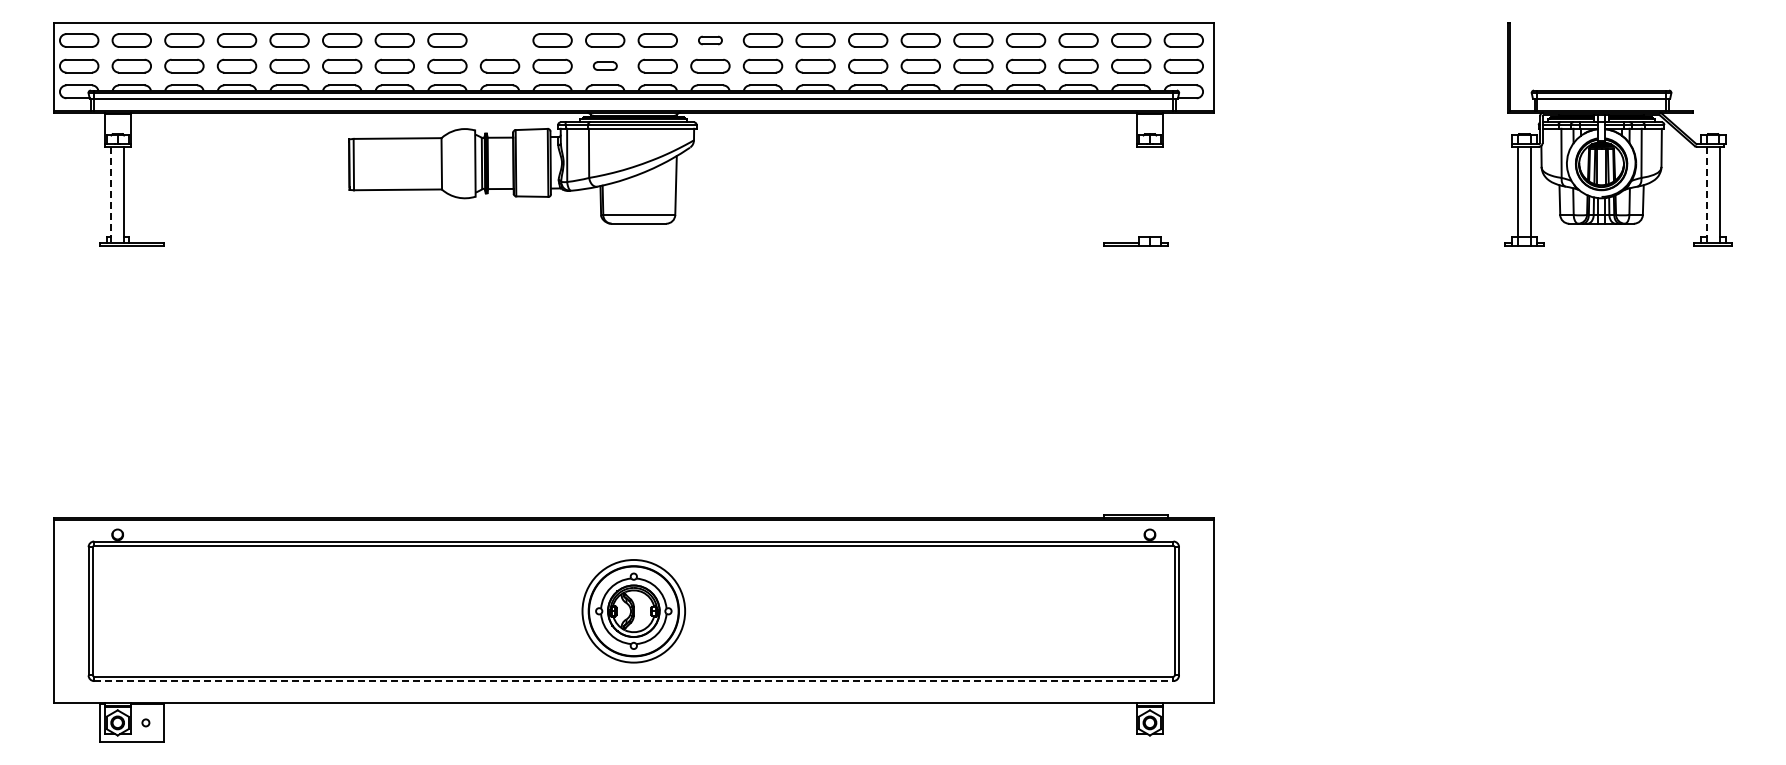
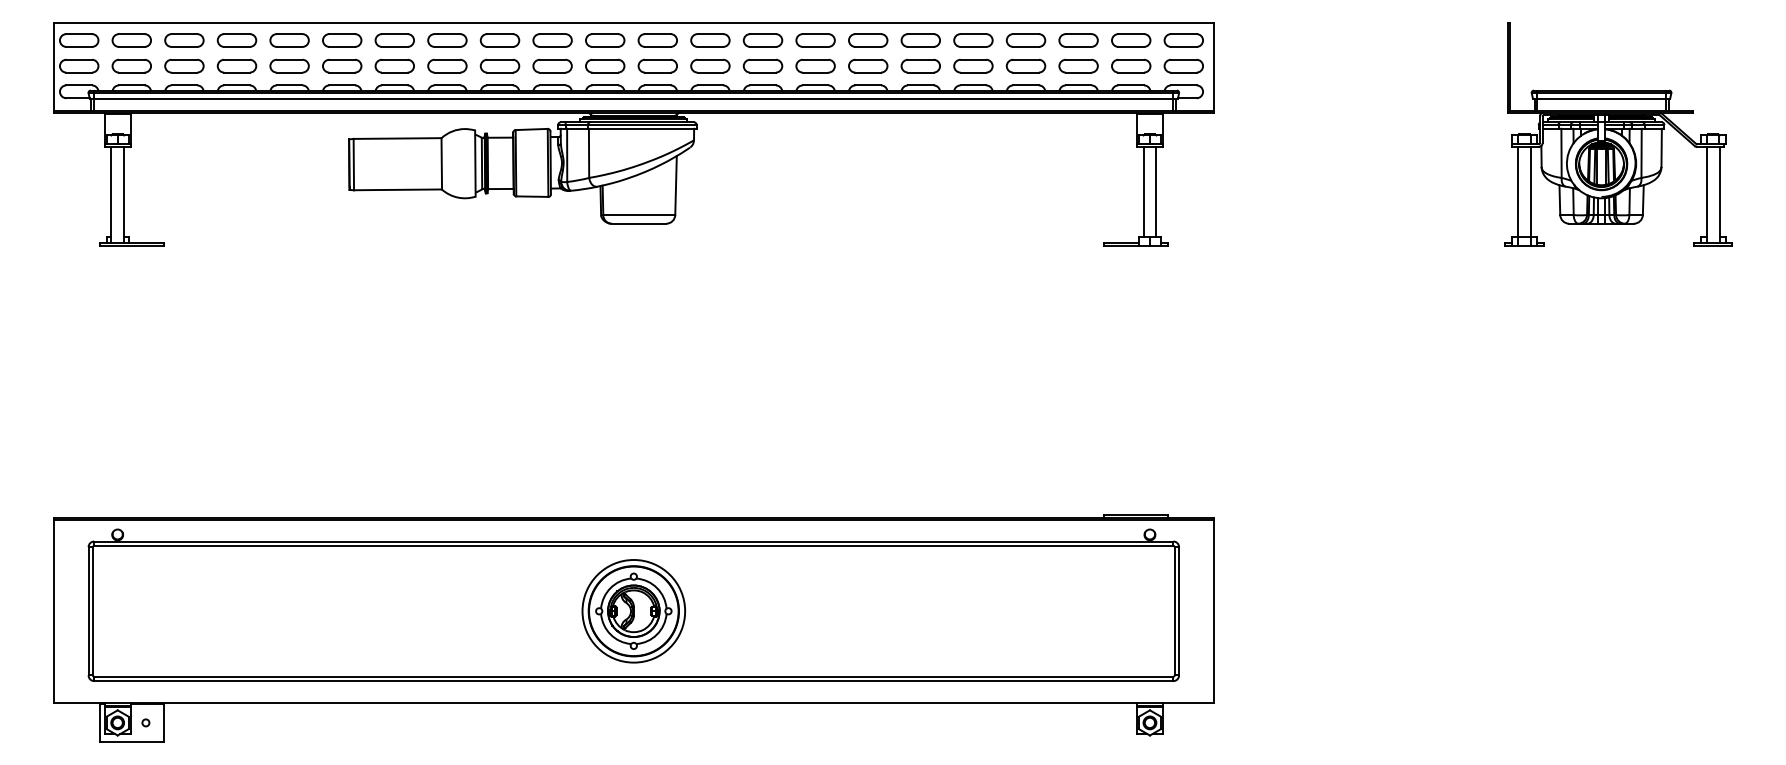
part at (499, 40): none -> present
part at (710, 40) size: 25x11 px -> 41x15 px
part at (604, 65) size: 26x10 px -> 41x16 px
line at (1143, 191): none -> present
line at (1156, 191): none -> present
line at (111, 195): dashed -> solid
line at (1706, 195): dashed -> solid
line at (633, 681): dashed -> solid
